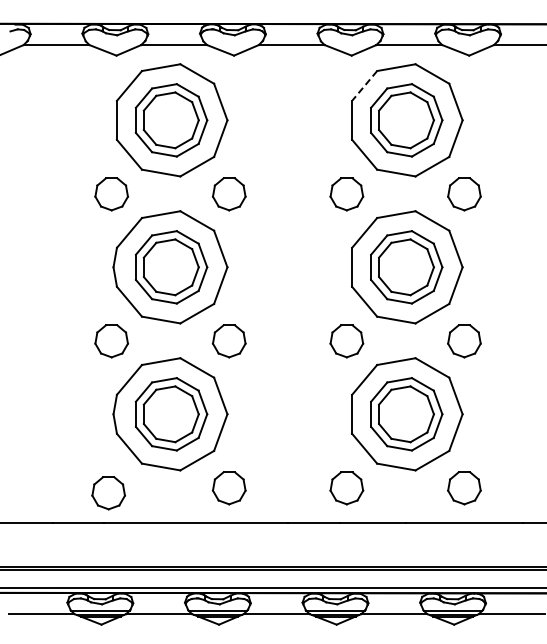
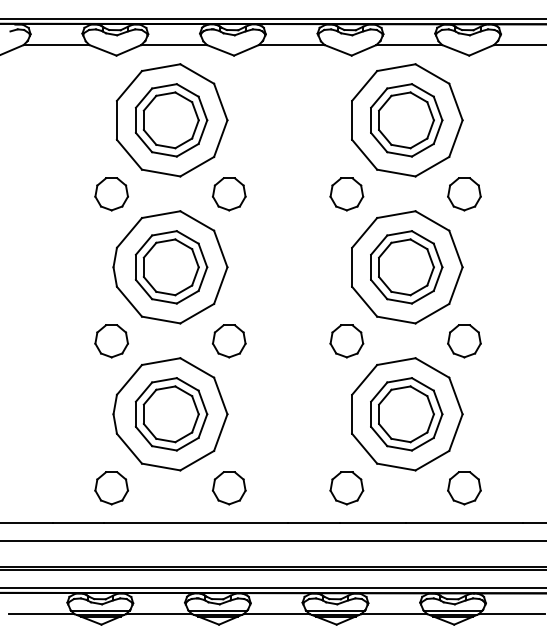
line at (272, 19): none -> present
line at (364, 86): dashed -> solid
part at (108, 493) position: (108, 493) -> (111, 488)
line at (272, 541): none -> present
